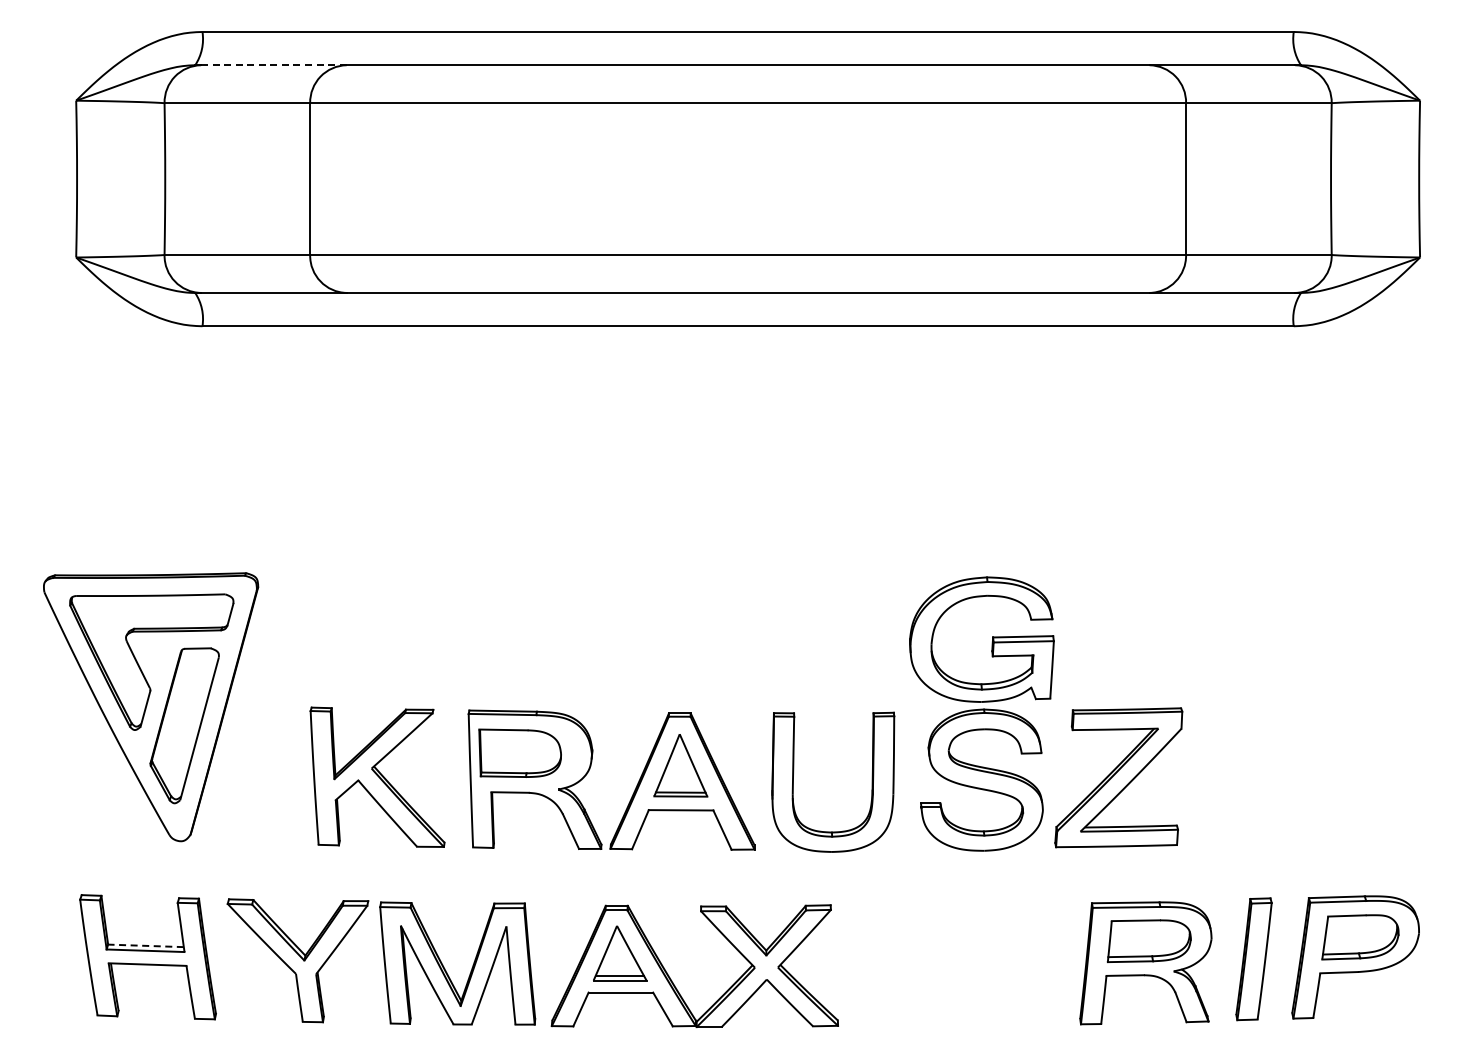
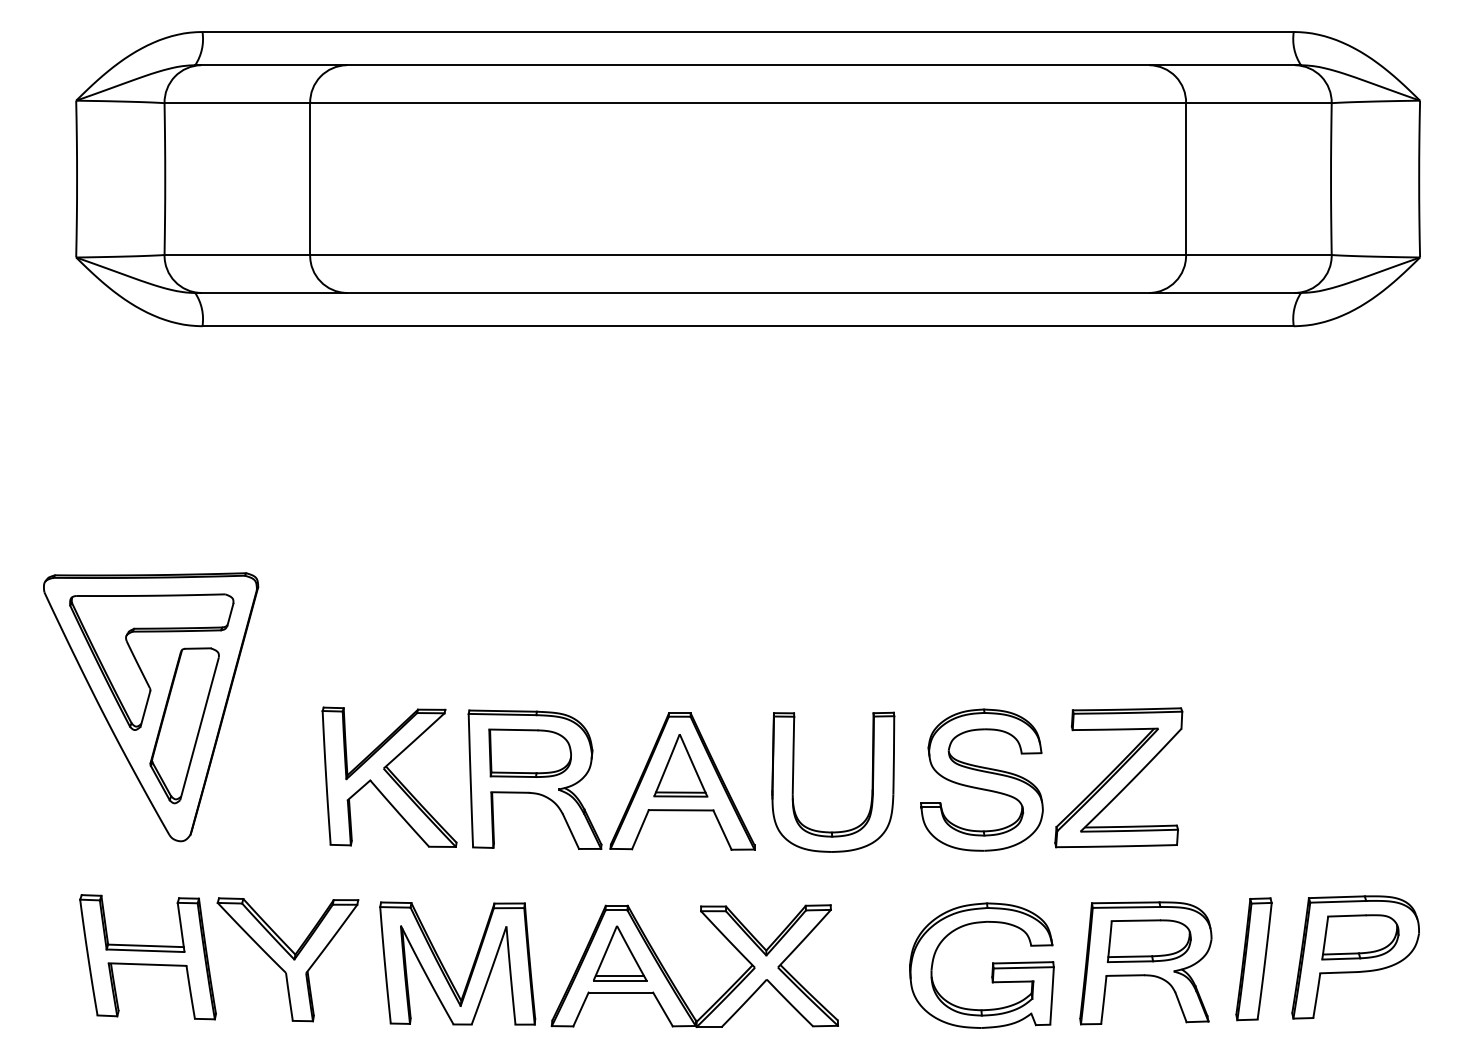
line at (273, 65): dashed -> solid
part at (991, 642) position: (991, 642) -> (991, 968)
part at (519, 752) position: (519, 752) -> (529, 752)
part at (377, 776) position: (377, 776) -> (389, 776)
line at (145, 945): dashed -> solid
part at (297, 960) position: (297, 960) -> (287, 959)
